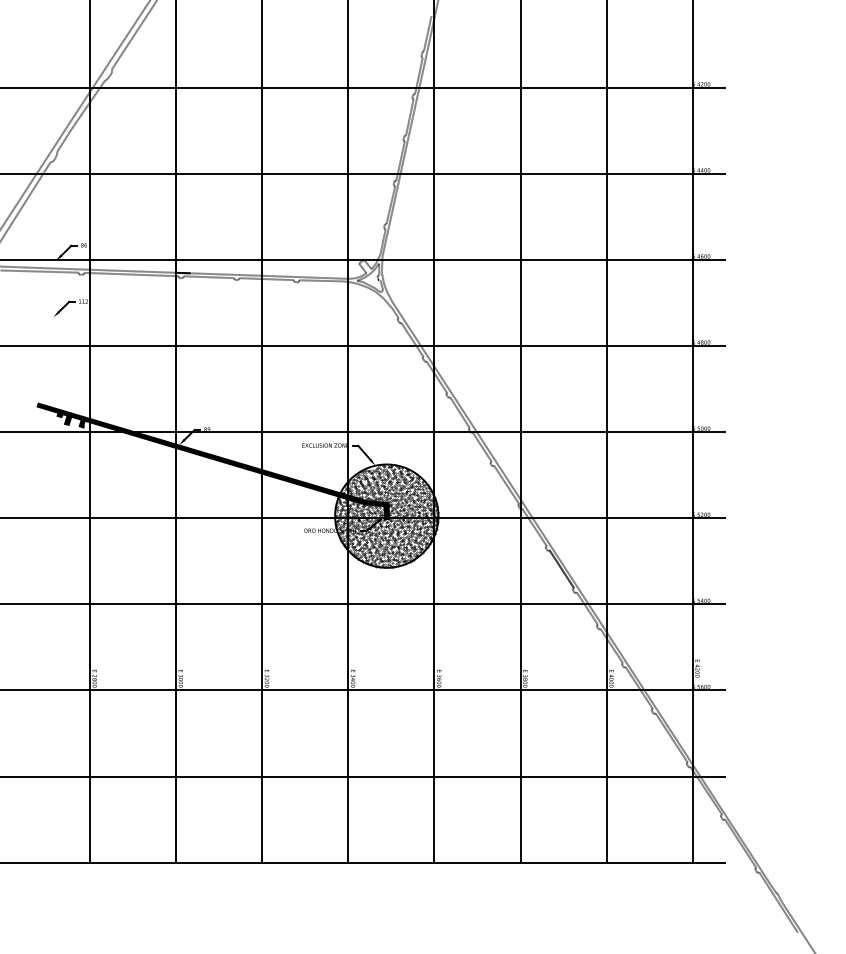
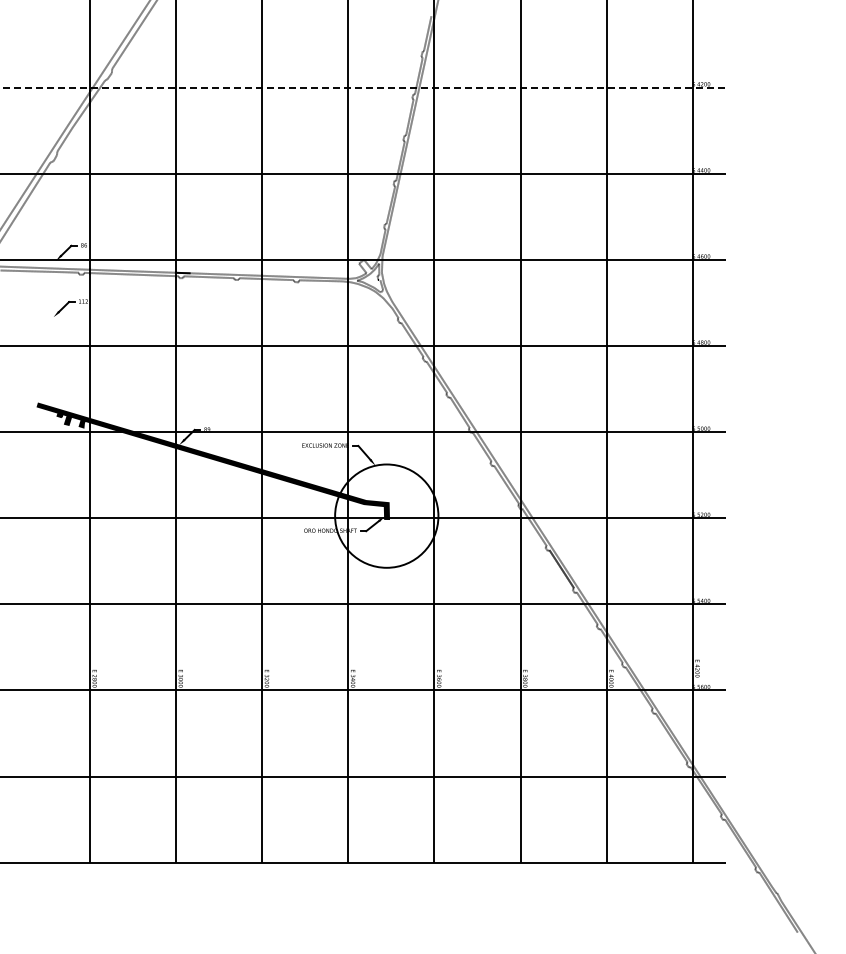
line at (363, 87): solid -> dashed
hatch at (386, 516): present -> none
